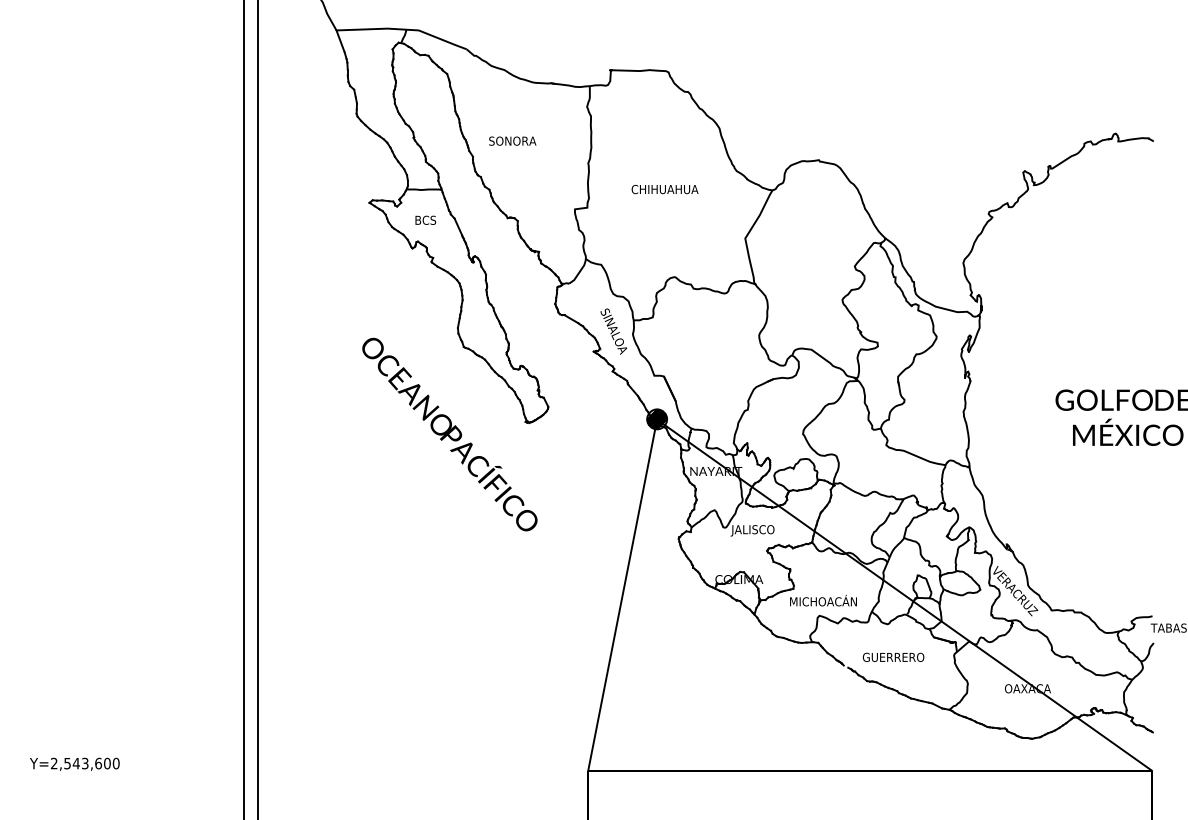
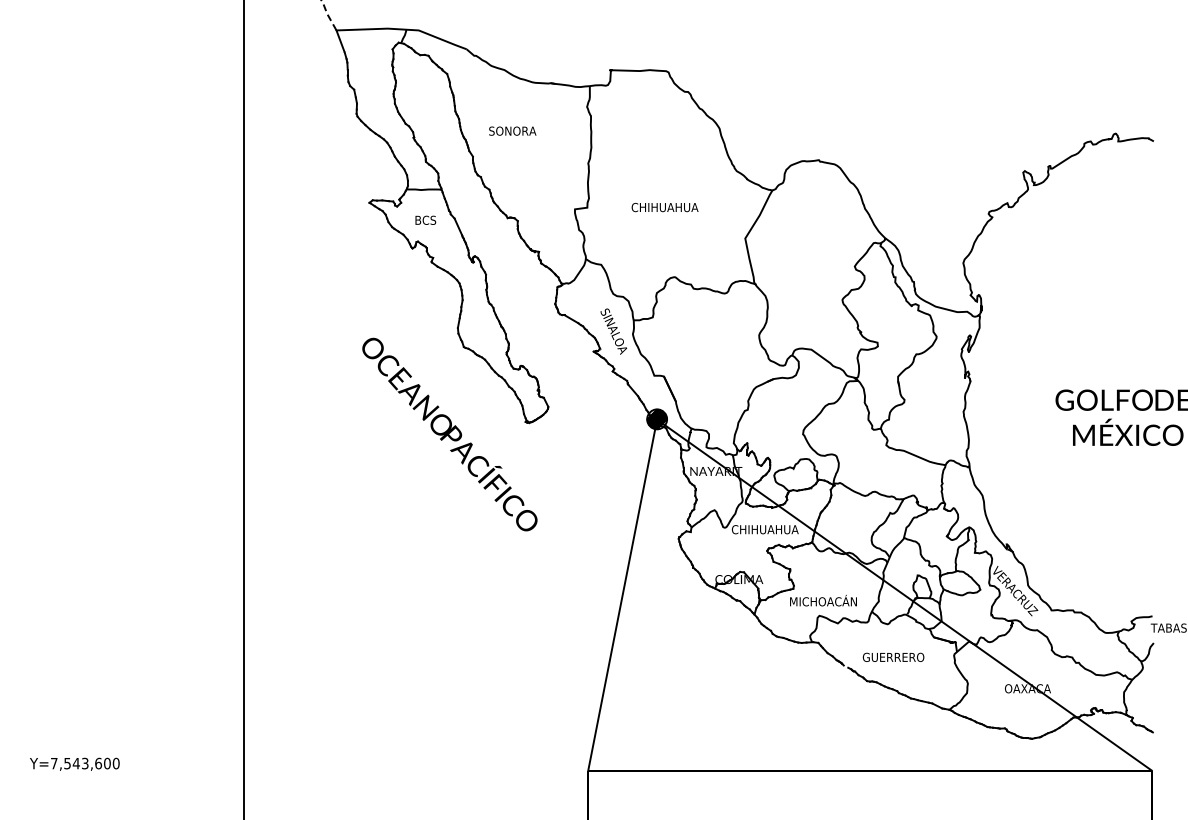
line at (327, 13): solid -> dashed
text at (512, 140) position: (512, 140) -> (512, 130)
text at (664, 189) position: (664, 189) -> (664, 207)
line at (258, 409): present -> none
text at (764, 530): JALISCO -> CHIHUAHUA
text at (54, 763): Y=2,543,600 -> Y=7,543,600
